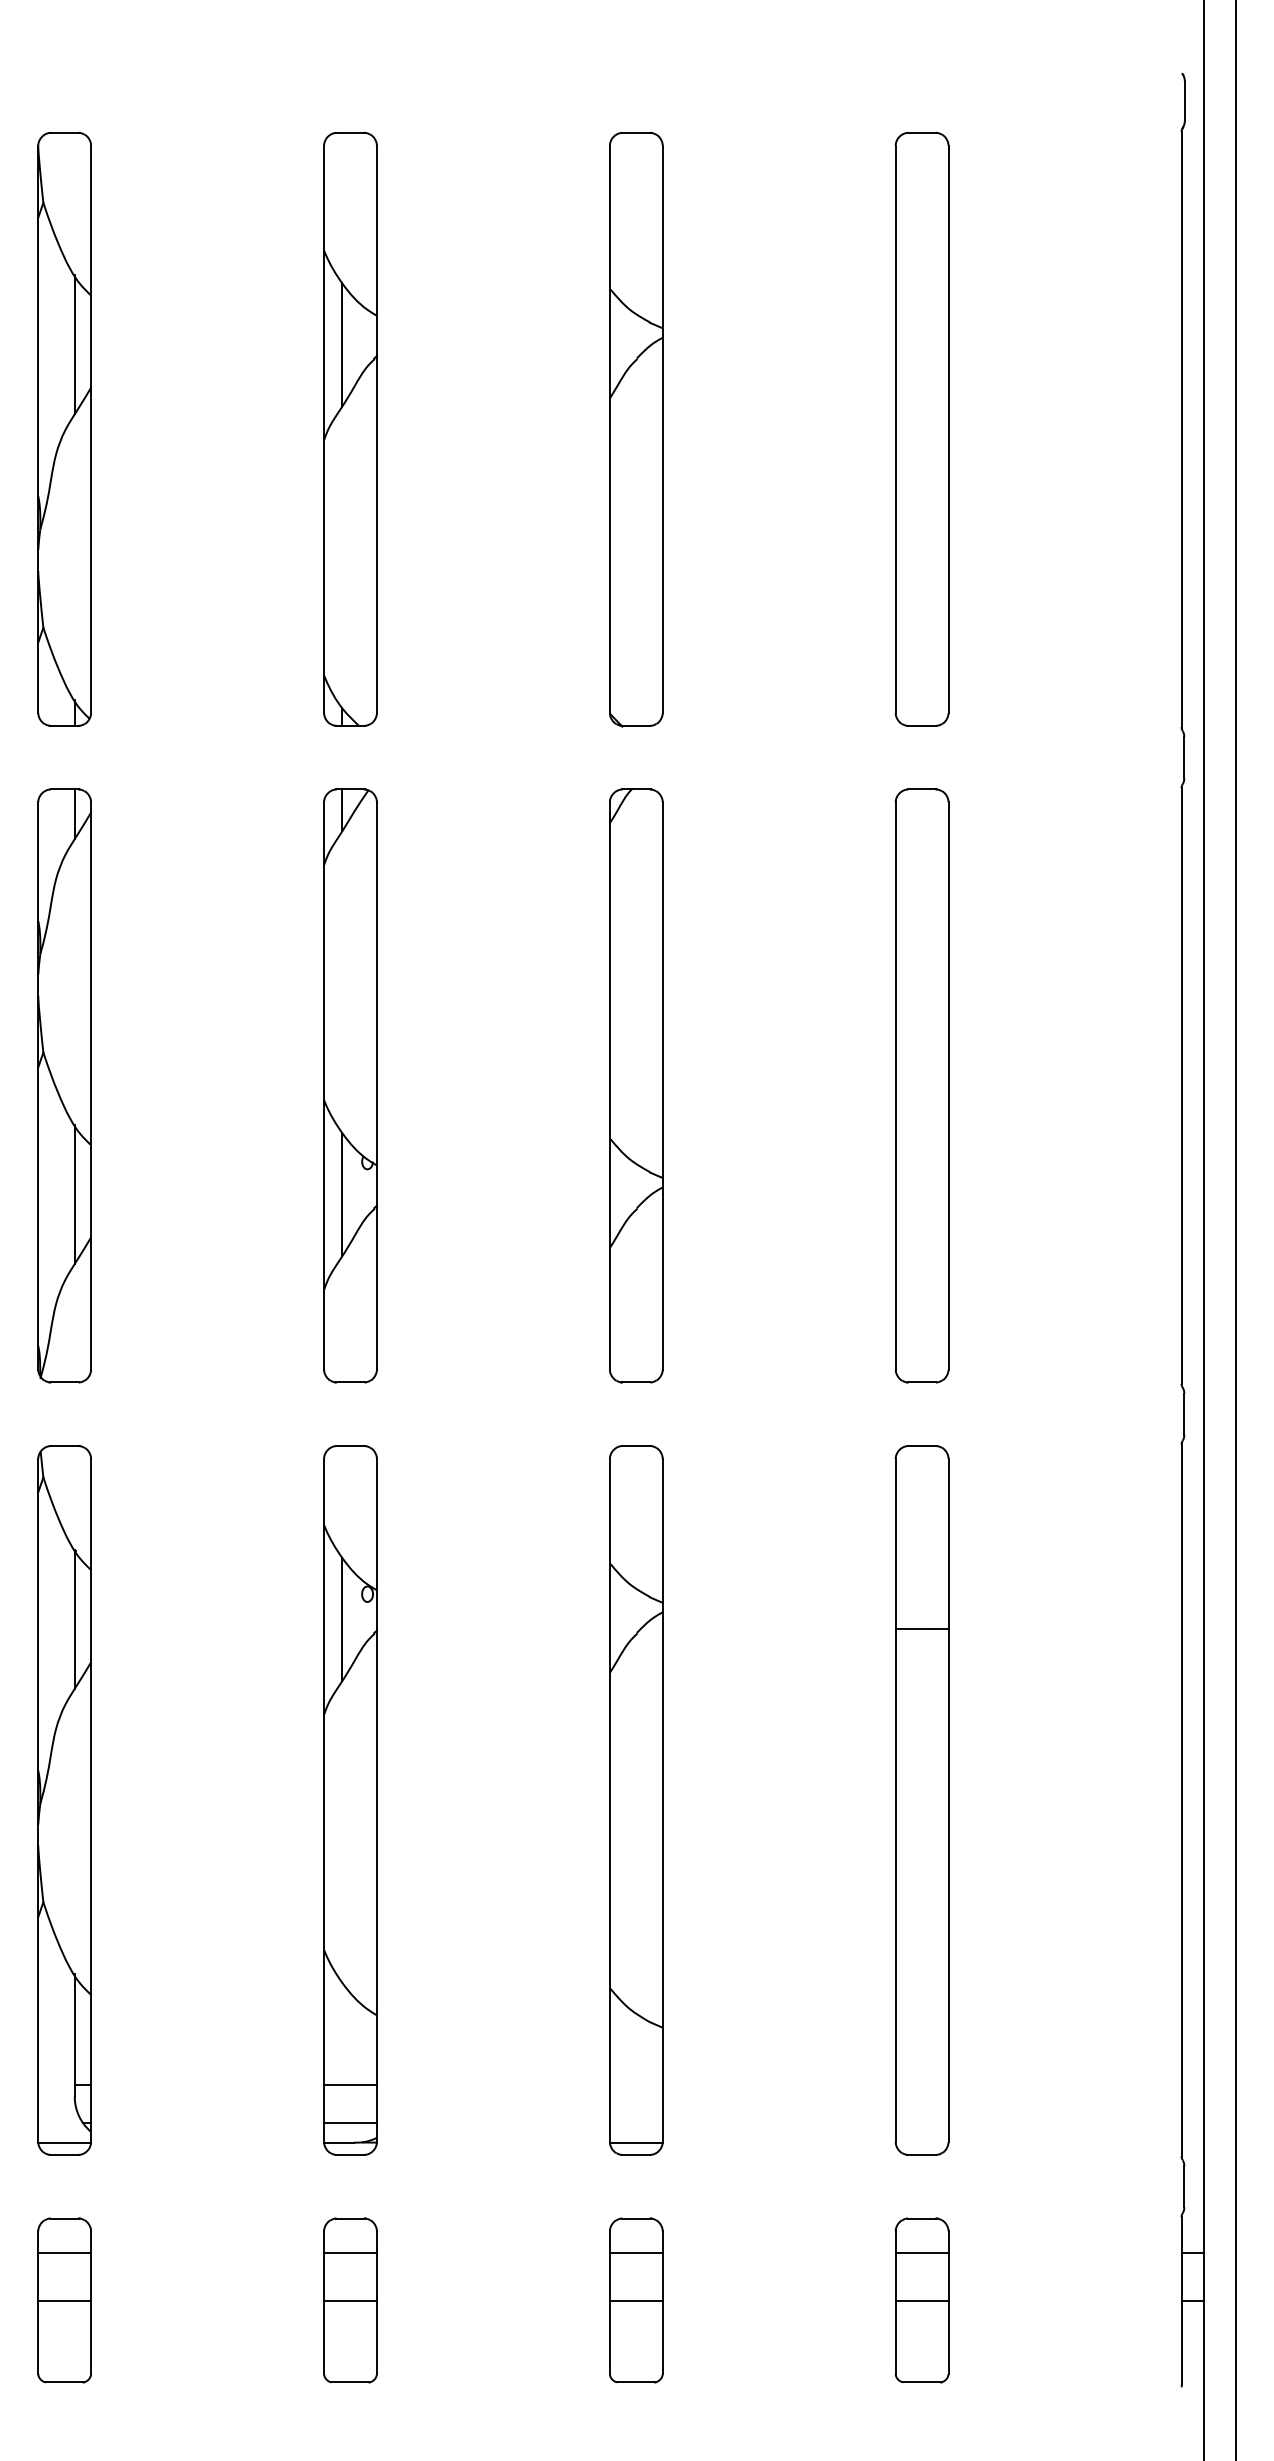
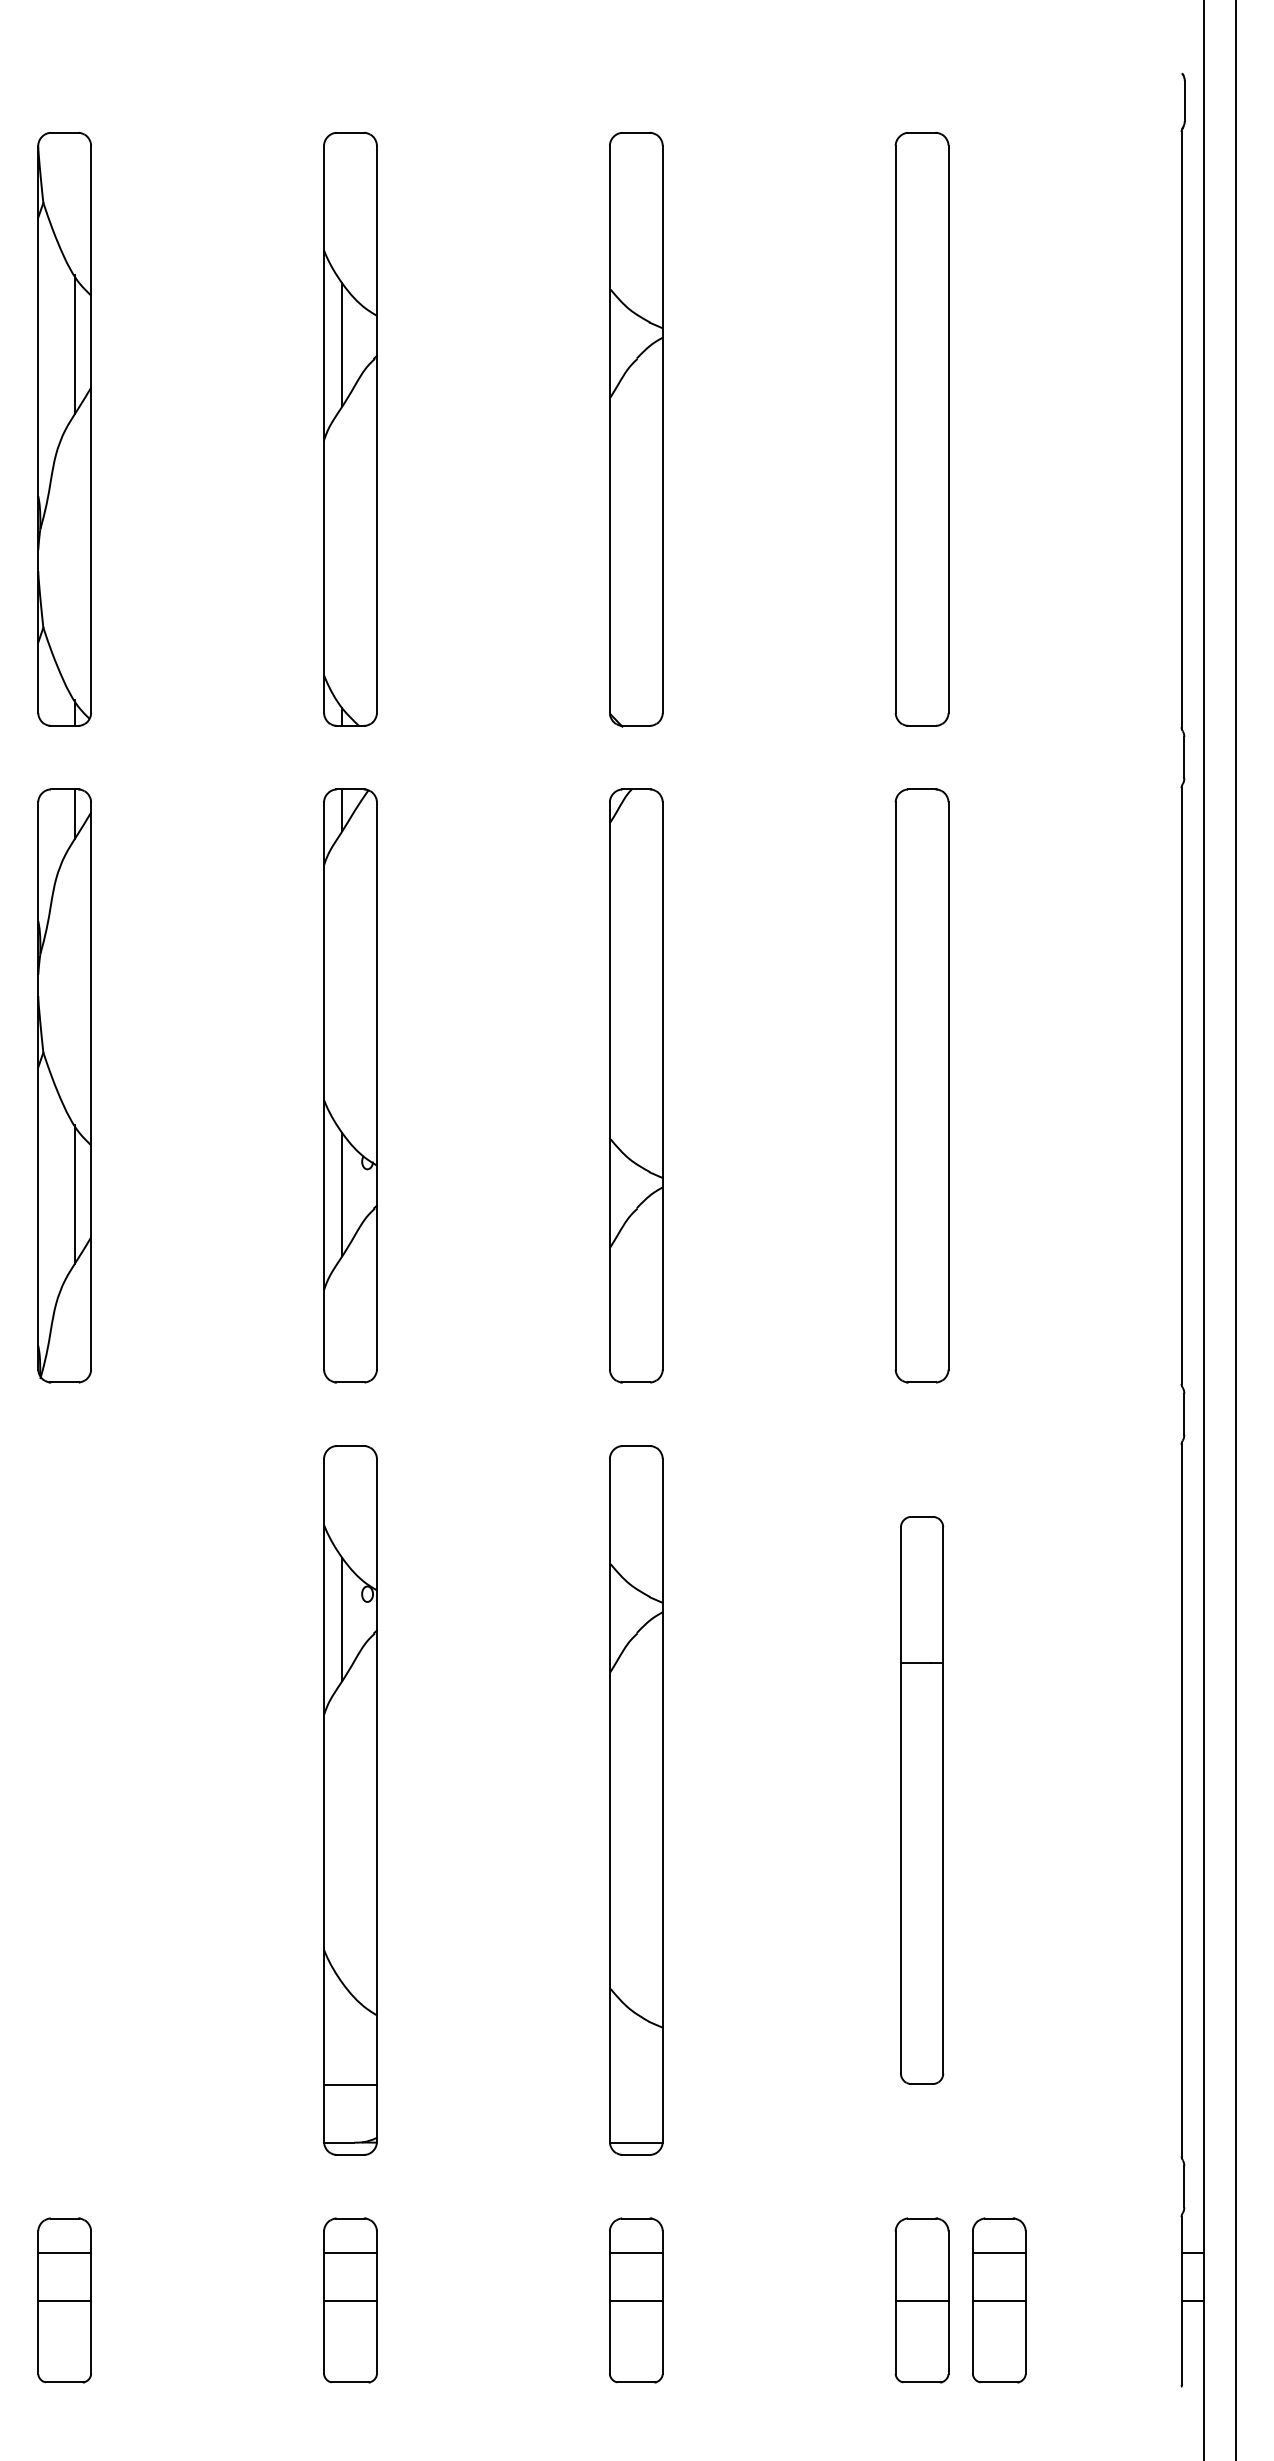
part at (64, 1800): present -> none
part at (921, 1800) size: 56x711 px -> 45x569 px
line at (350, 2123): present -> none
line at (921, 2253): present -> none
part at (999, 2300): none -> present
